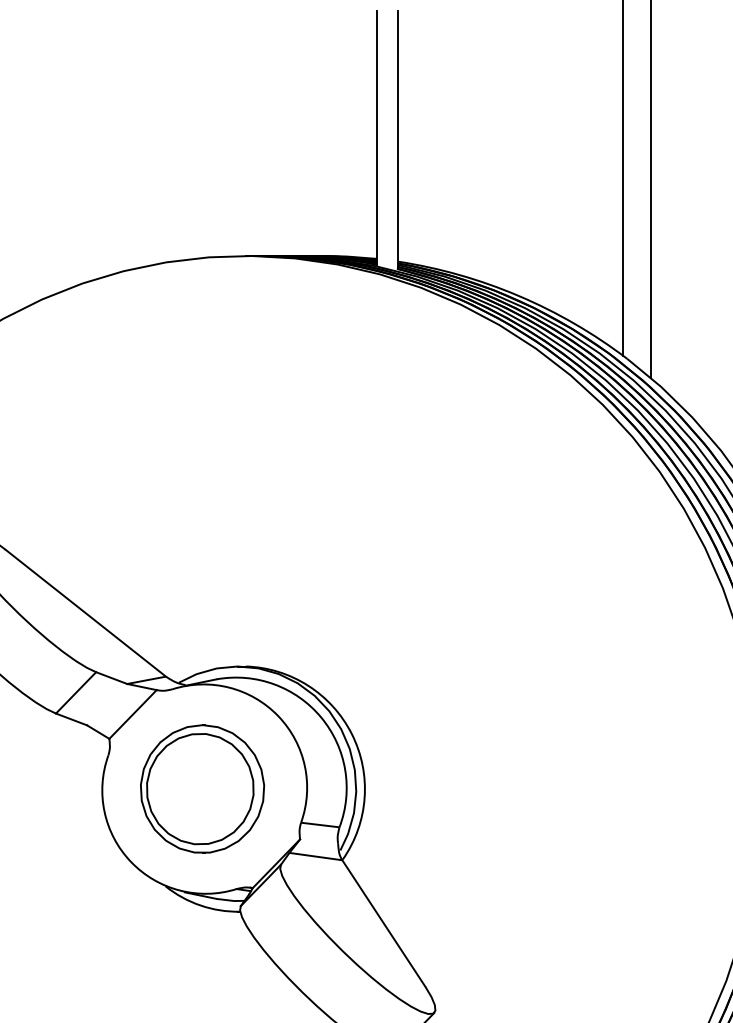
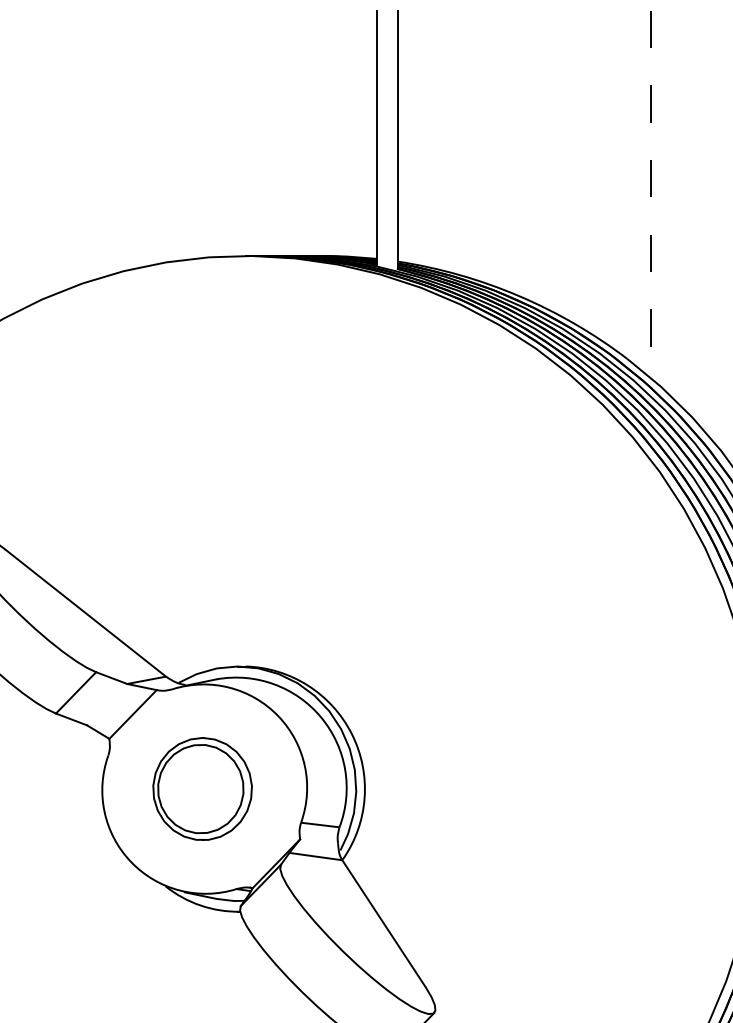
line at (623, 178): present -> none
line at (651, 189): solid -> dashed
part at (202, 788) size: 126x130 px -> 101x104 px
